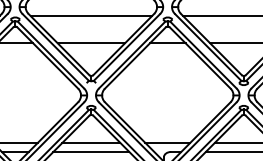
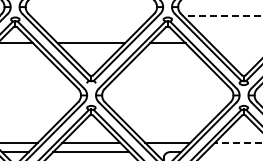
line at (91, 15): present -> none
line at (222, 15): solid -> dashed
line at (234, 43): present -> none
line at (238, 142): solid -> dashed
line at (232, 151): present -> none
